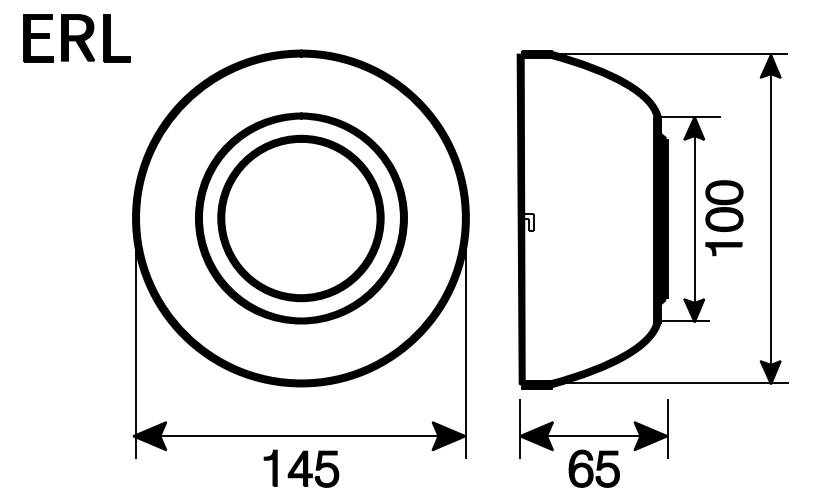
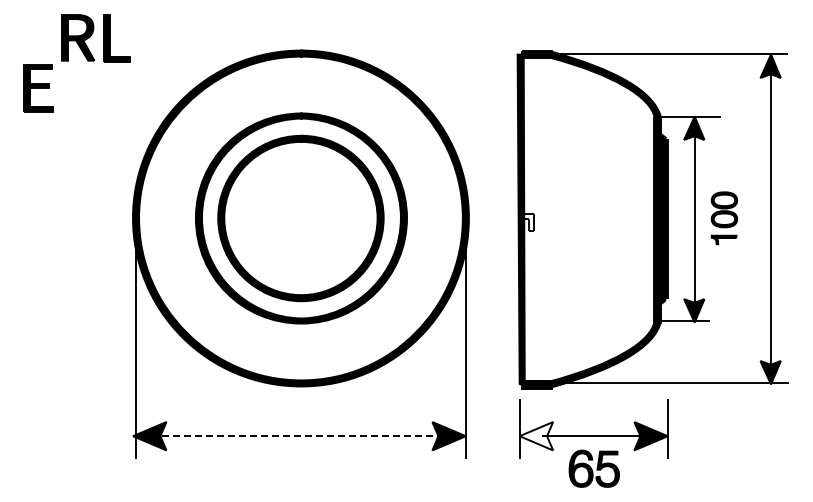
part at (38, 38) position: (38, 38) -> (38, 88)
part at (724, 218) size: 39x77 px -> 29x55 px
line at (298, 436): solid -> dashed
fill at (536, 436): present -> none
part at (301, 468): present -> none
